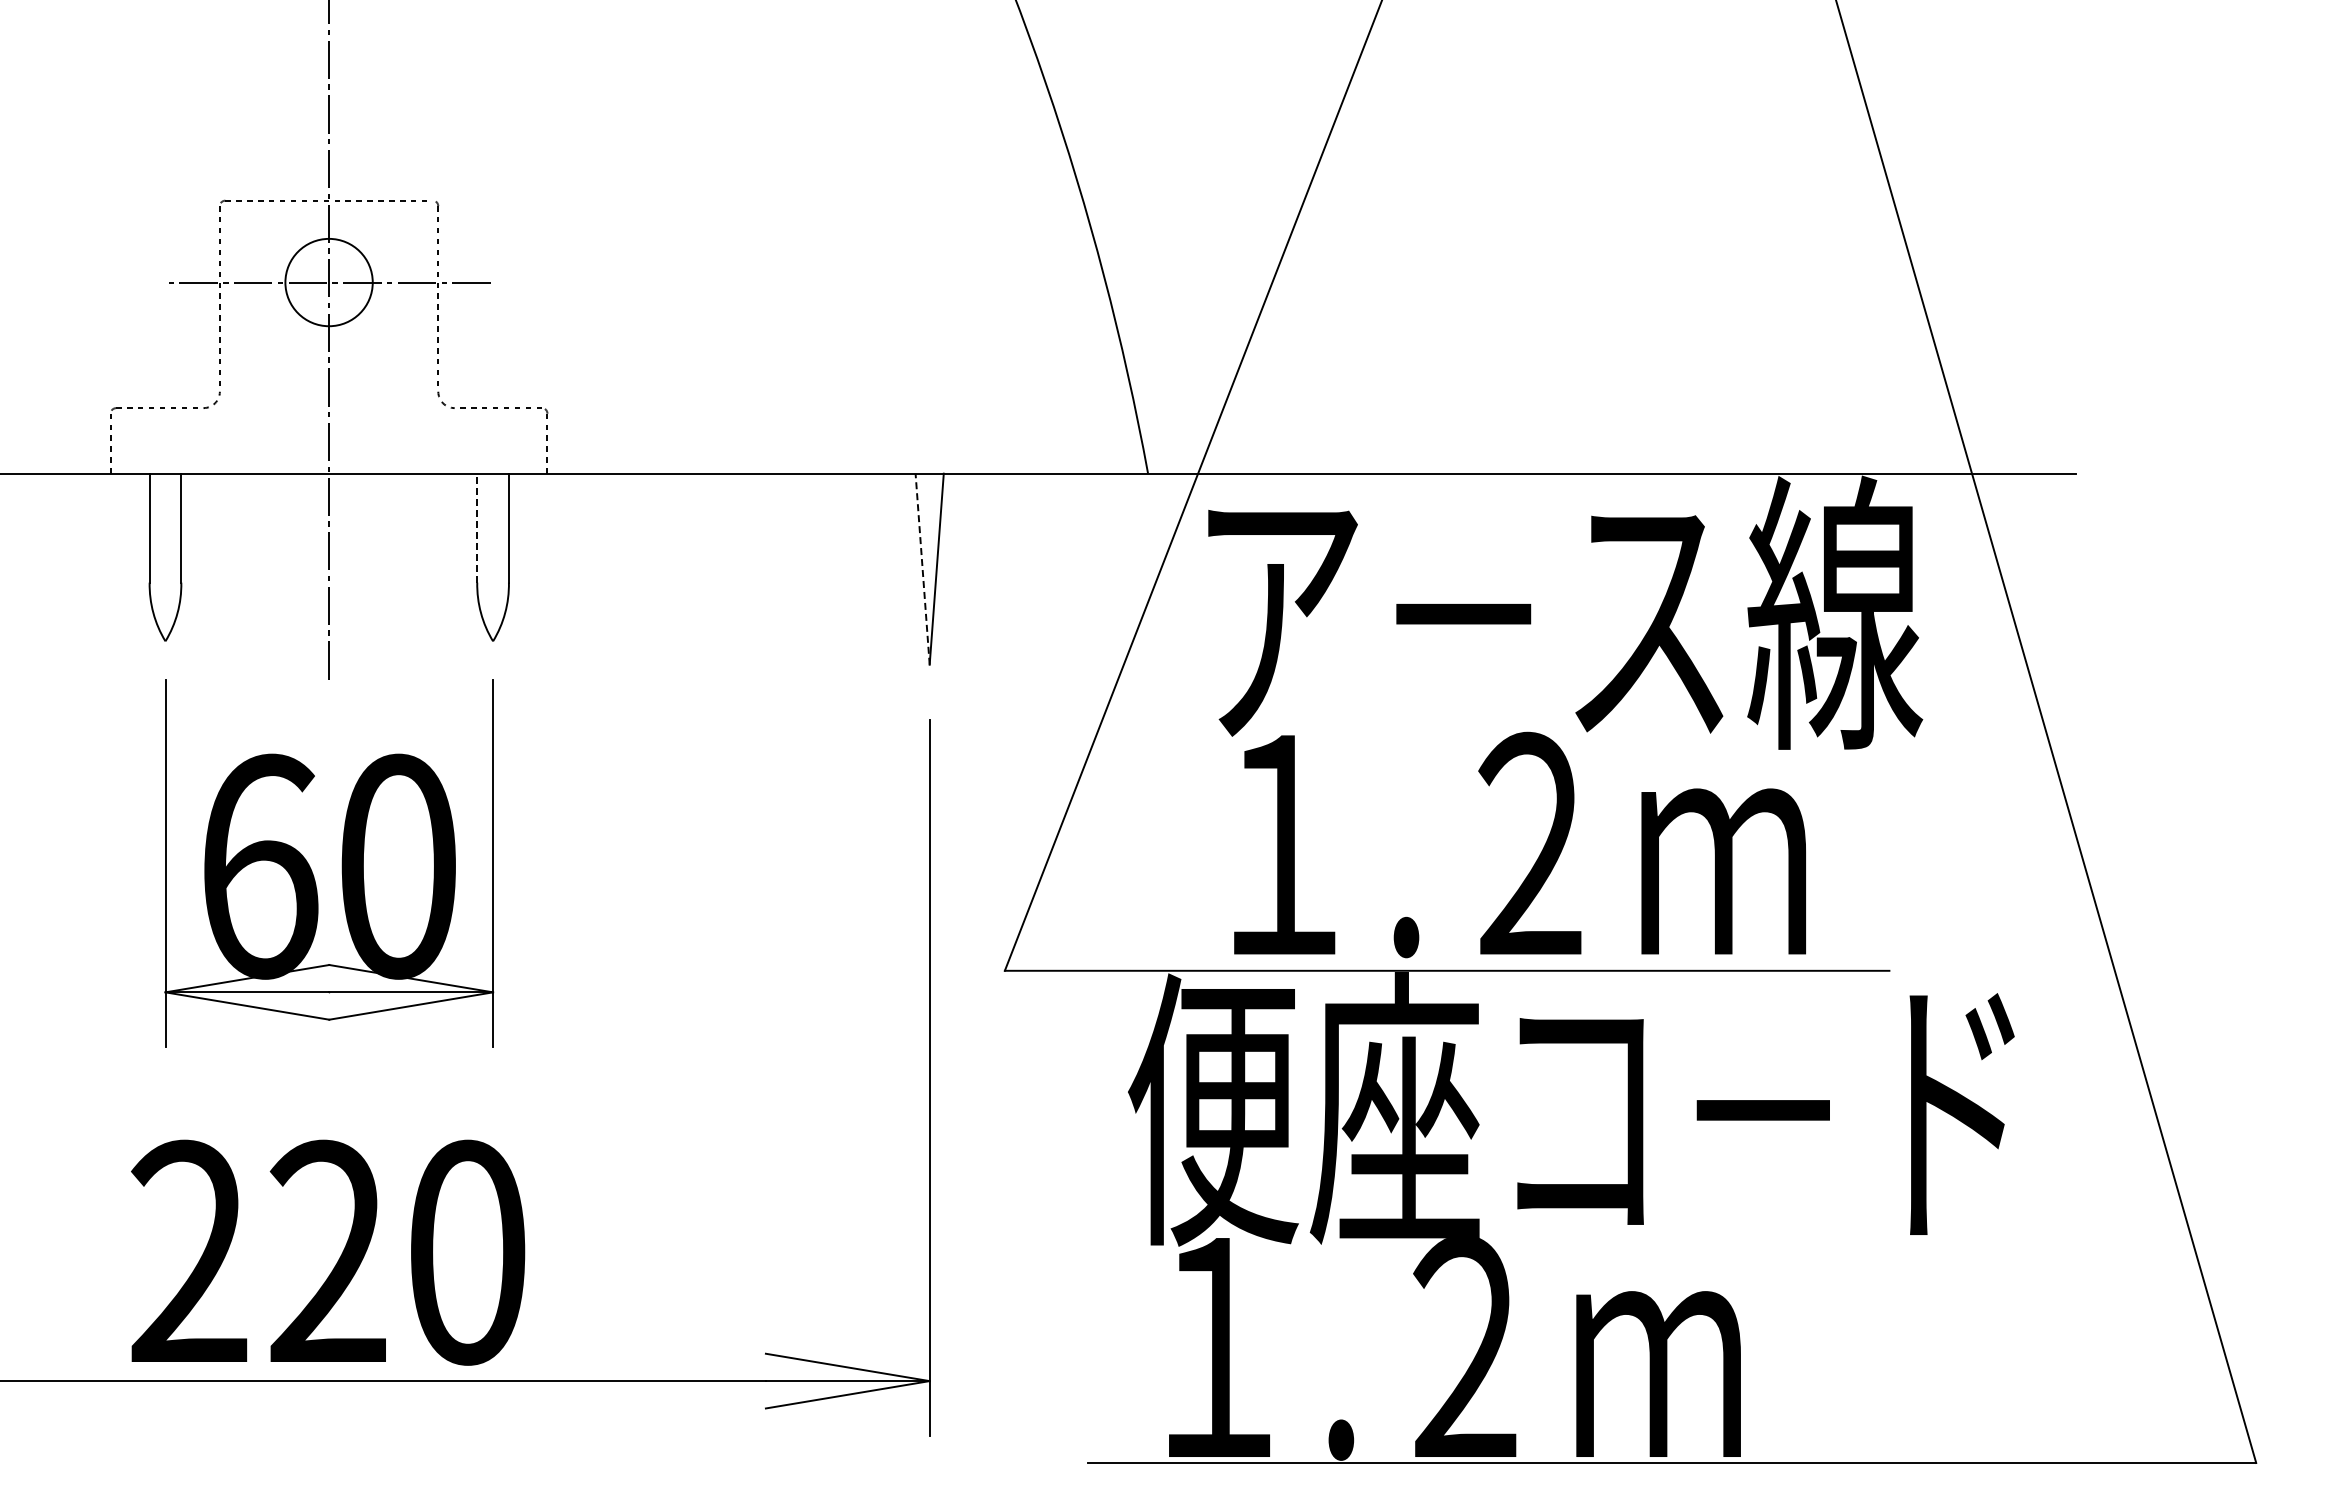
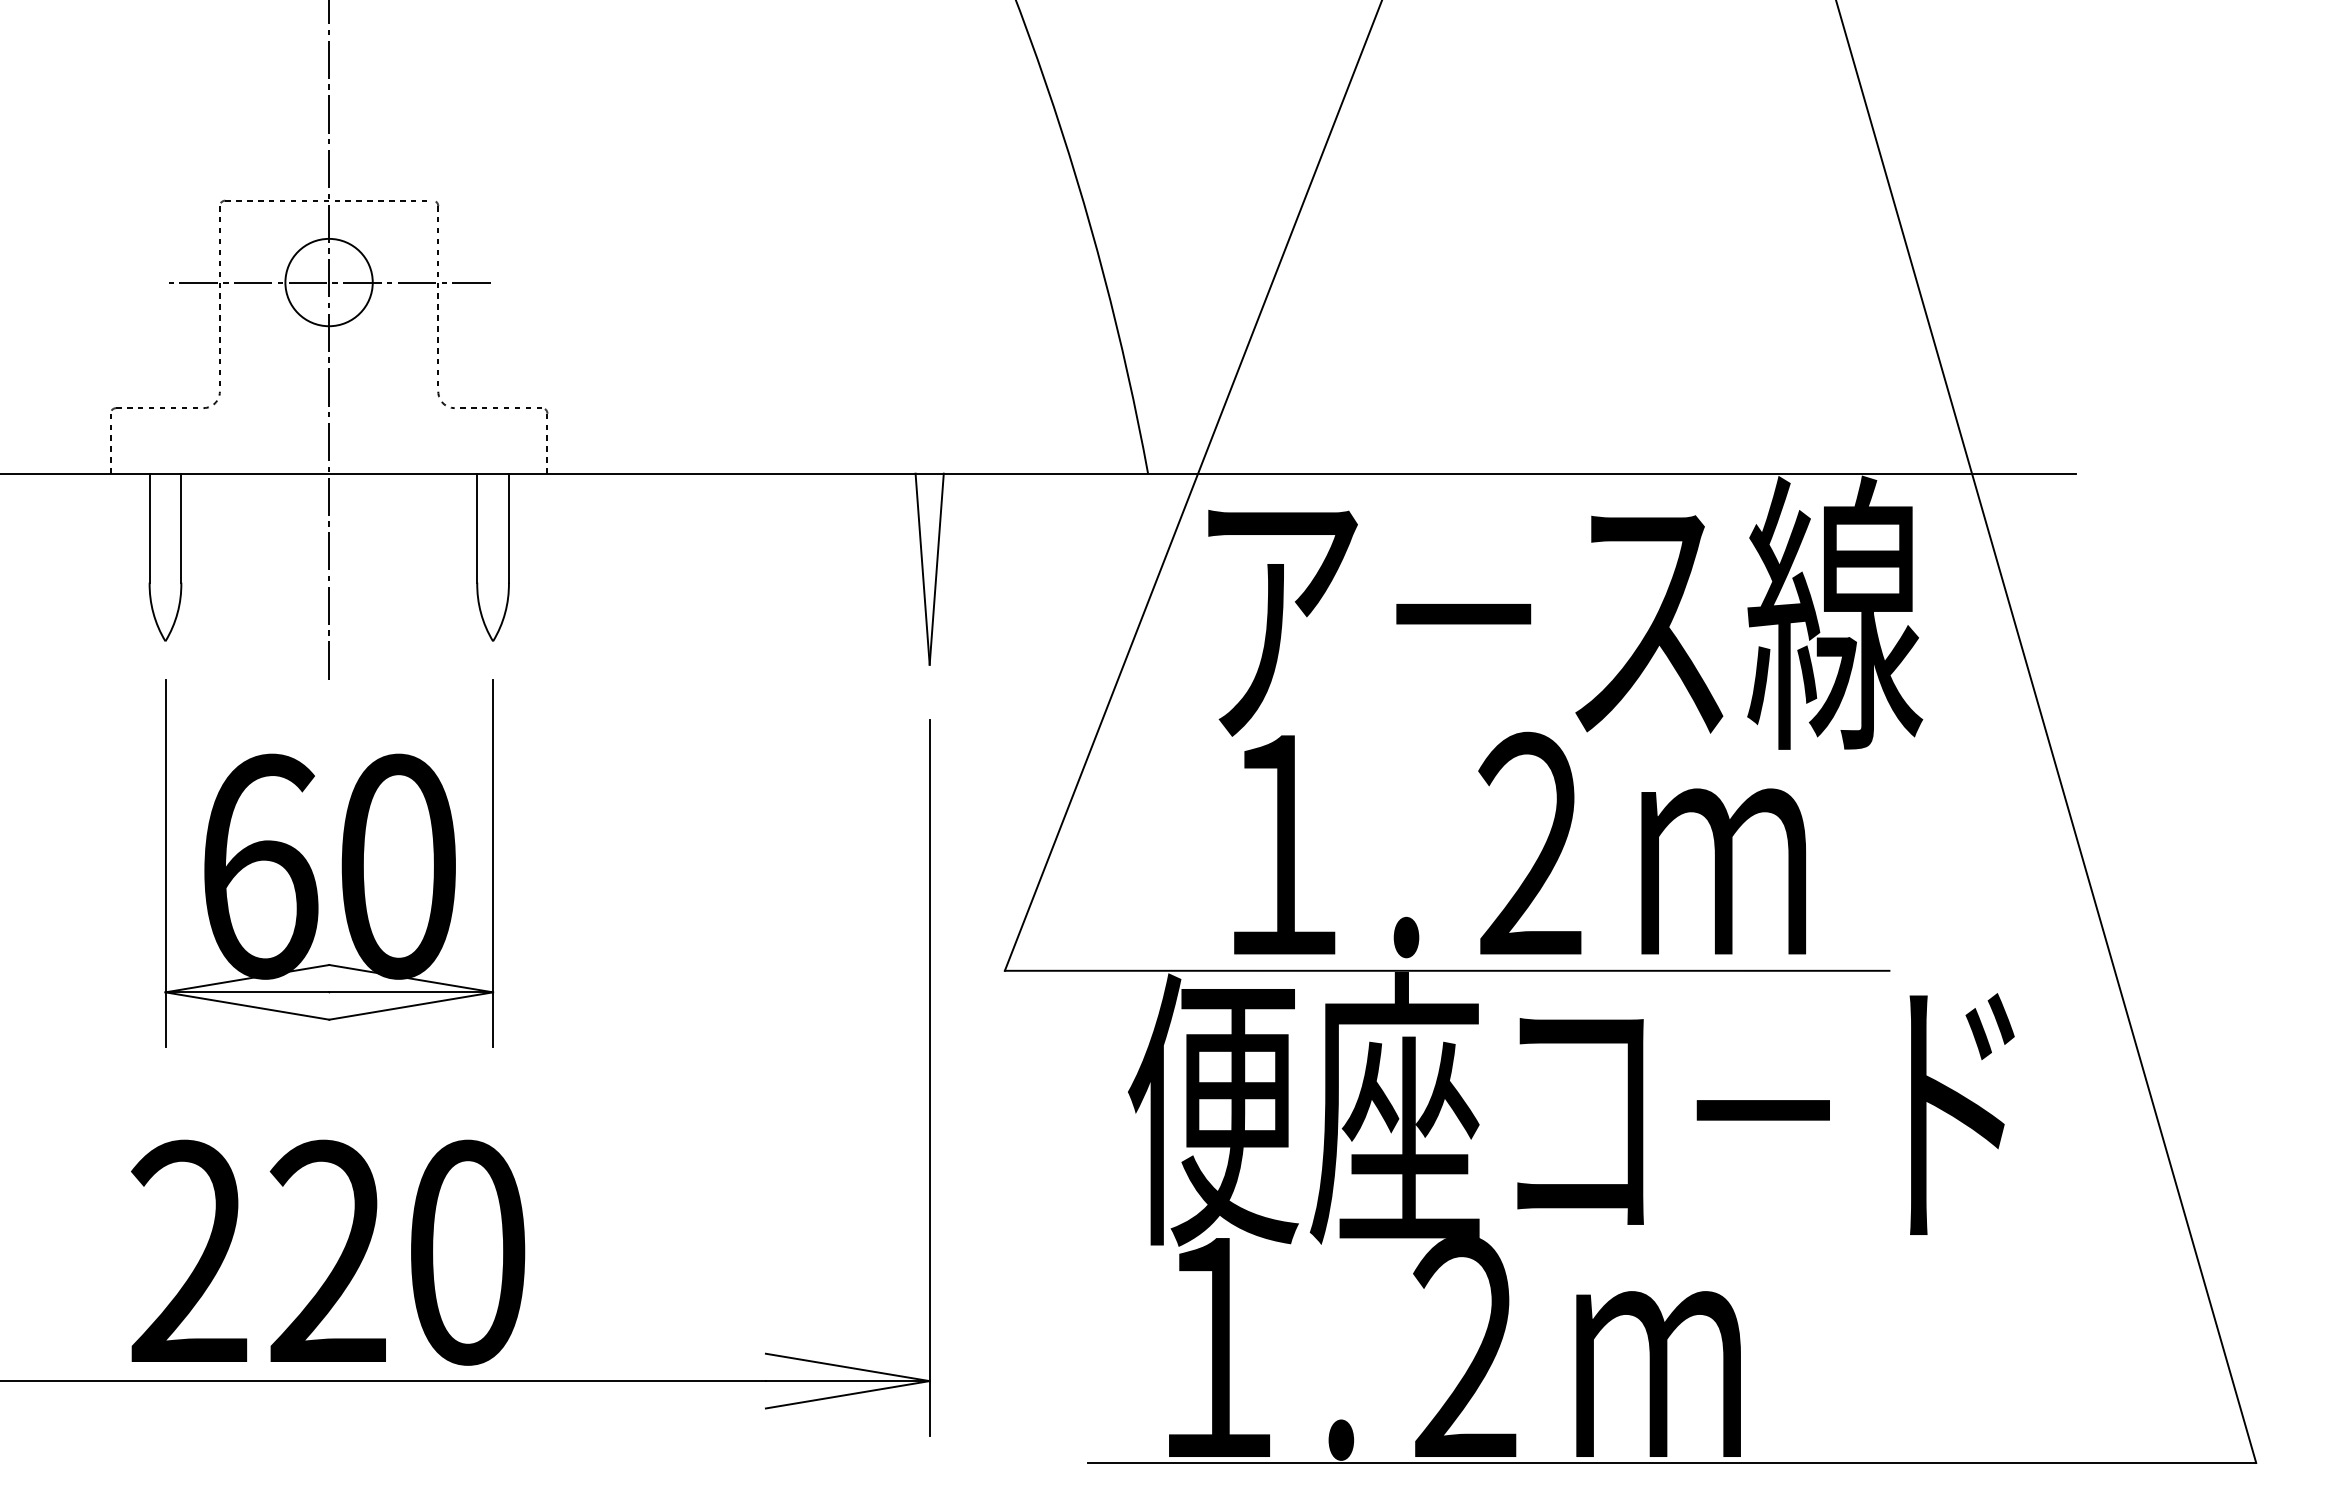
line at (477, 527): dashed -> solid
line at (922, 569): dashed -> solid
